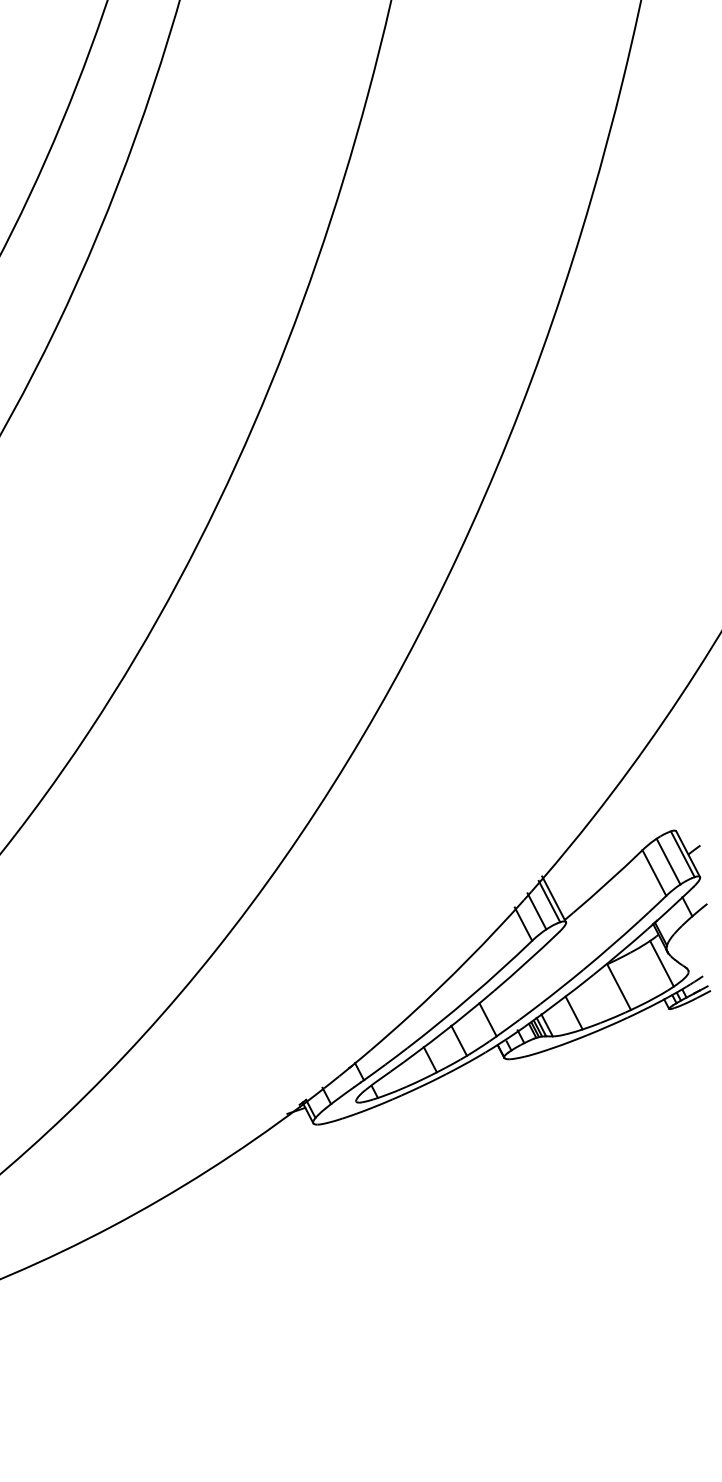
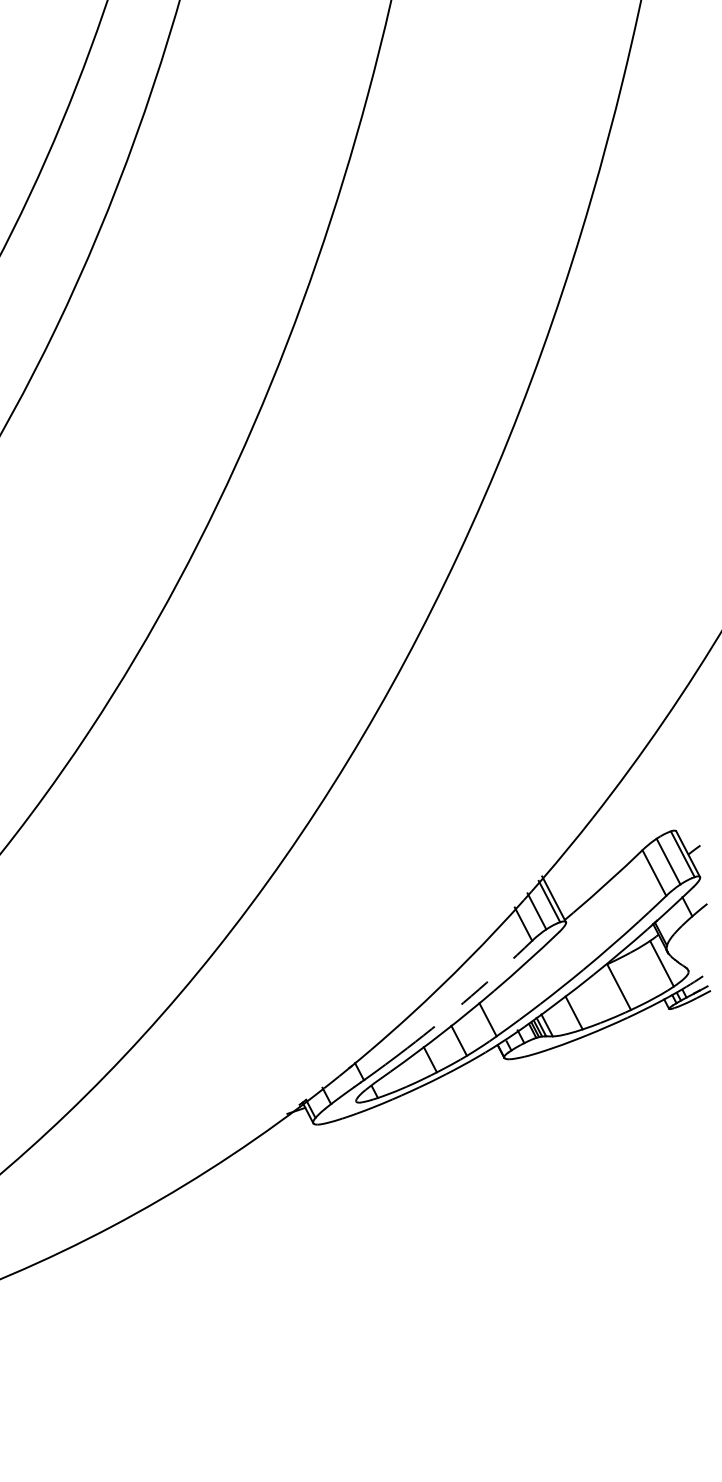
arc at (471, 996): solid -> dashed
